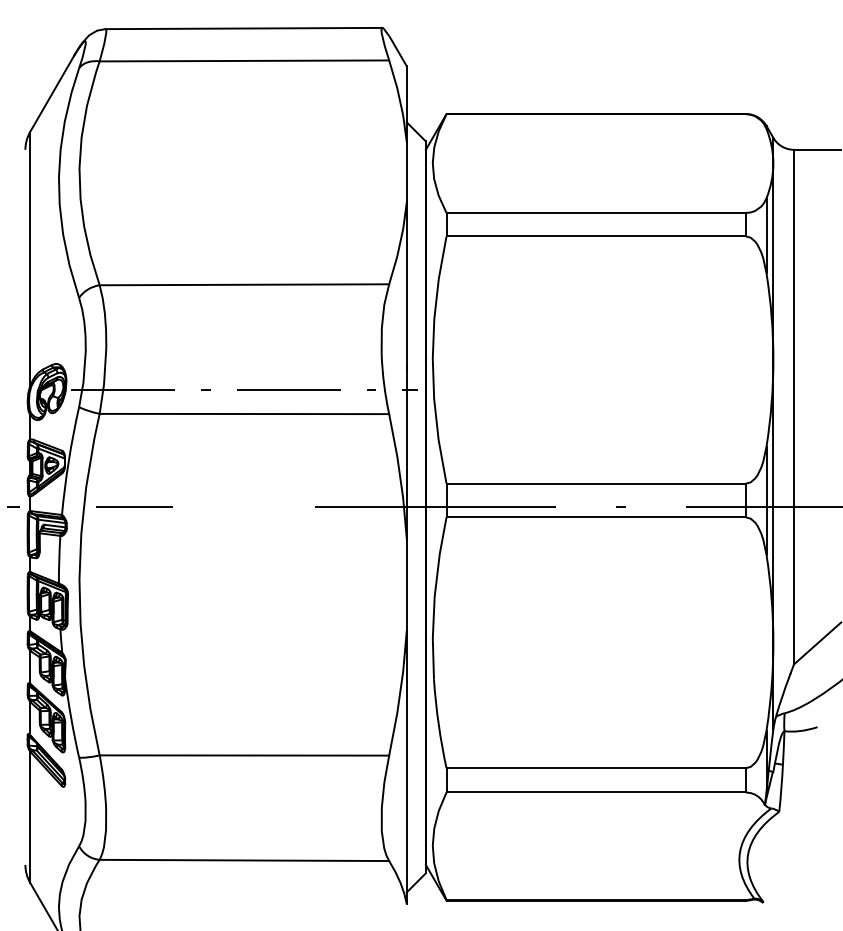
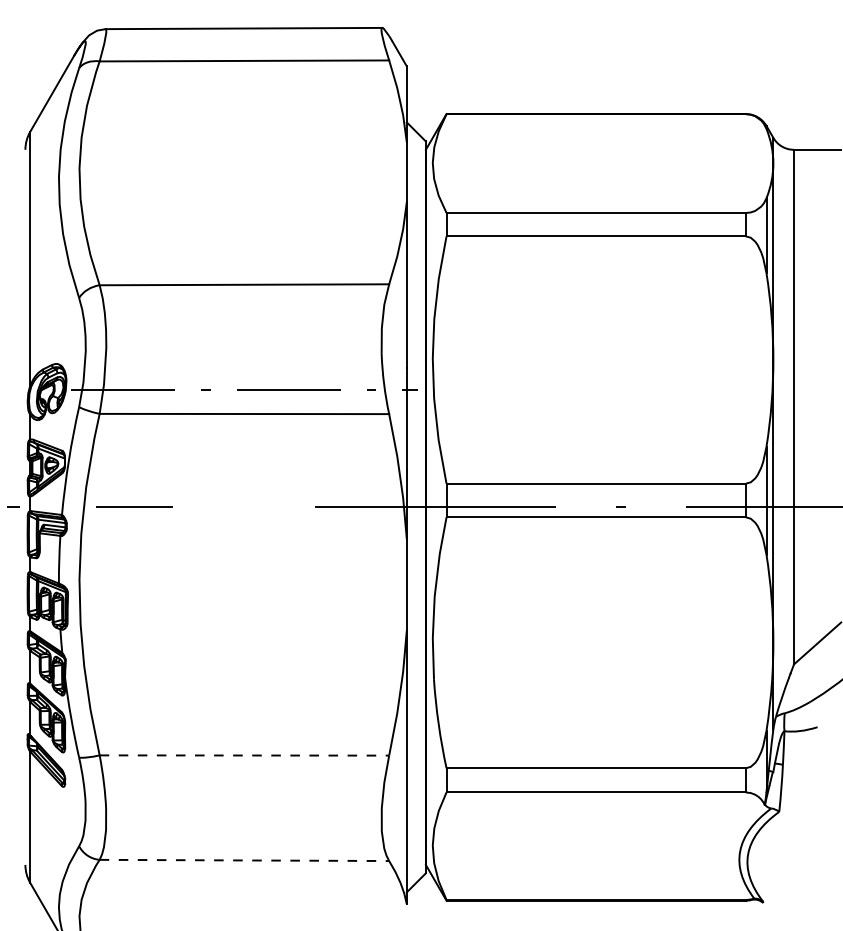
line at (244, 755): solid -> dashed
line at (244, 860): solid -> dashed
